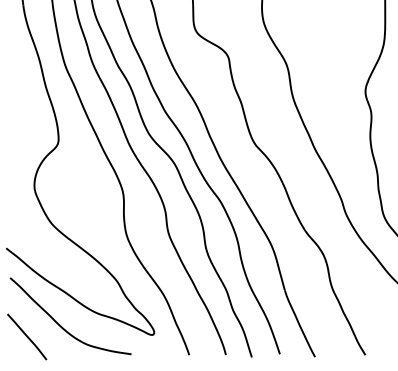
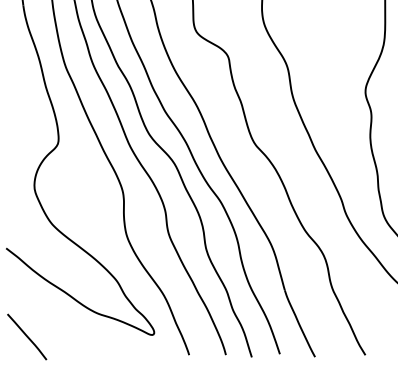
curve at (61, 325): present -> none
